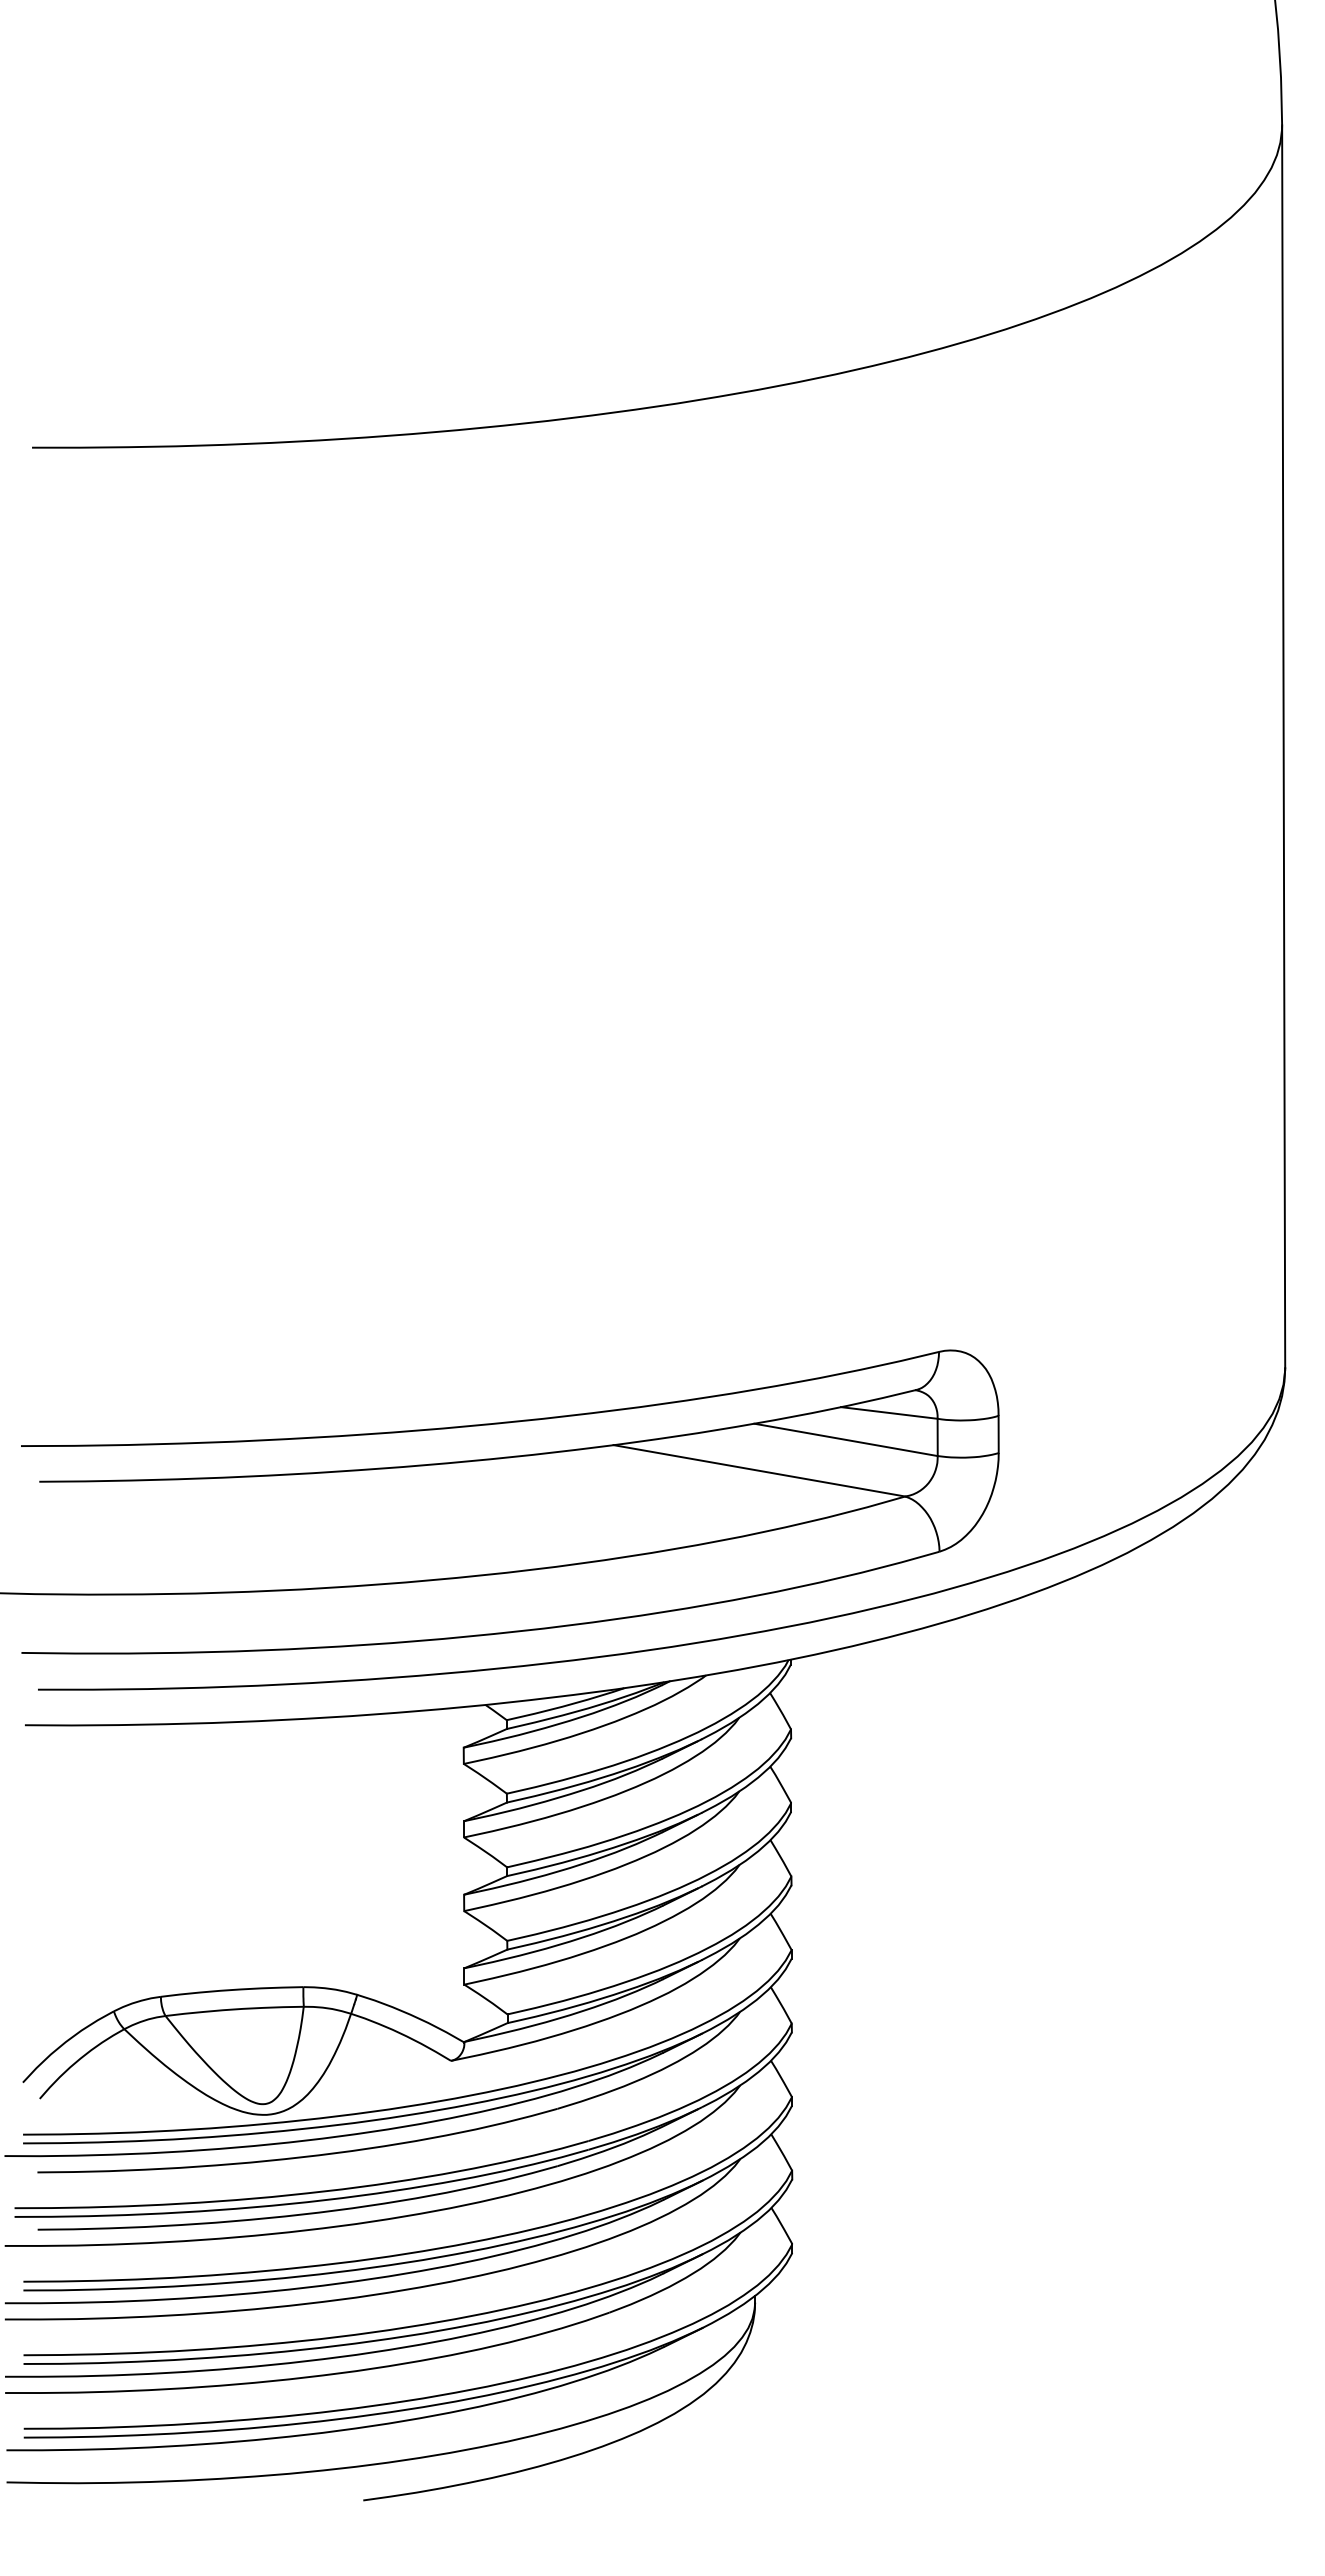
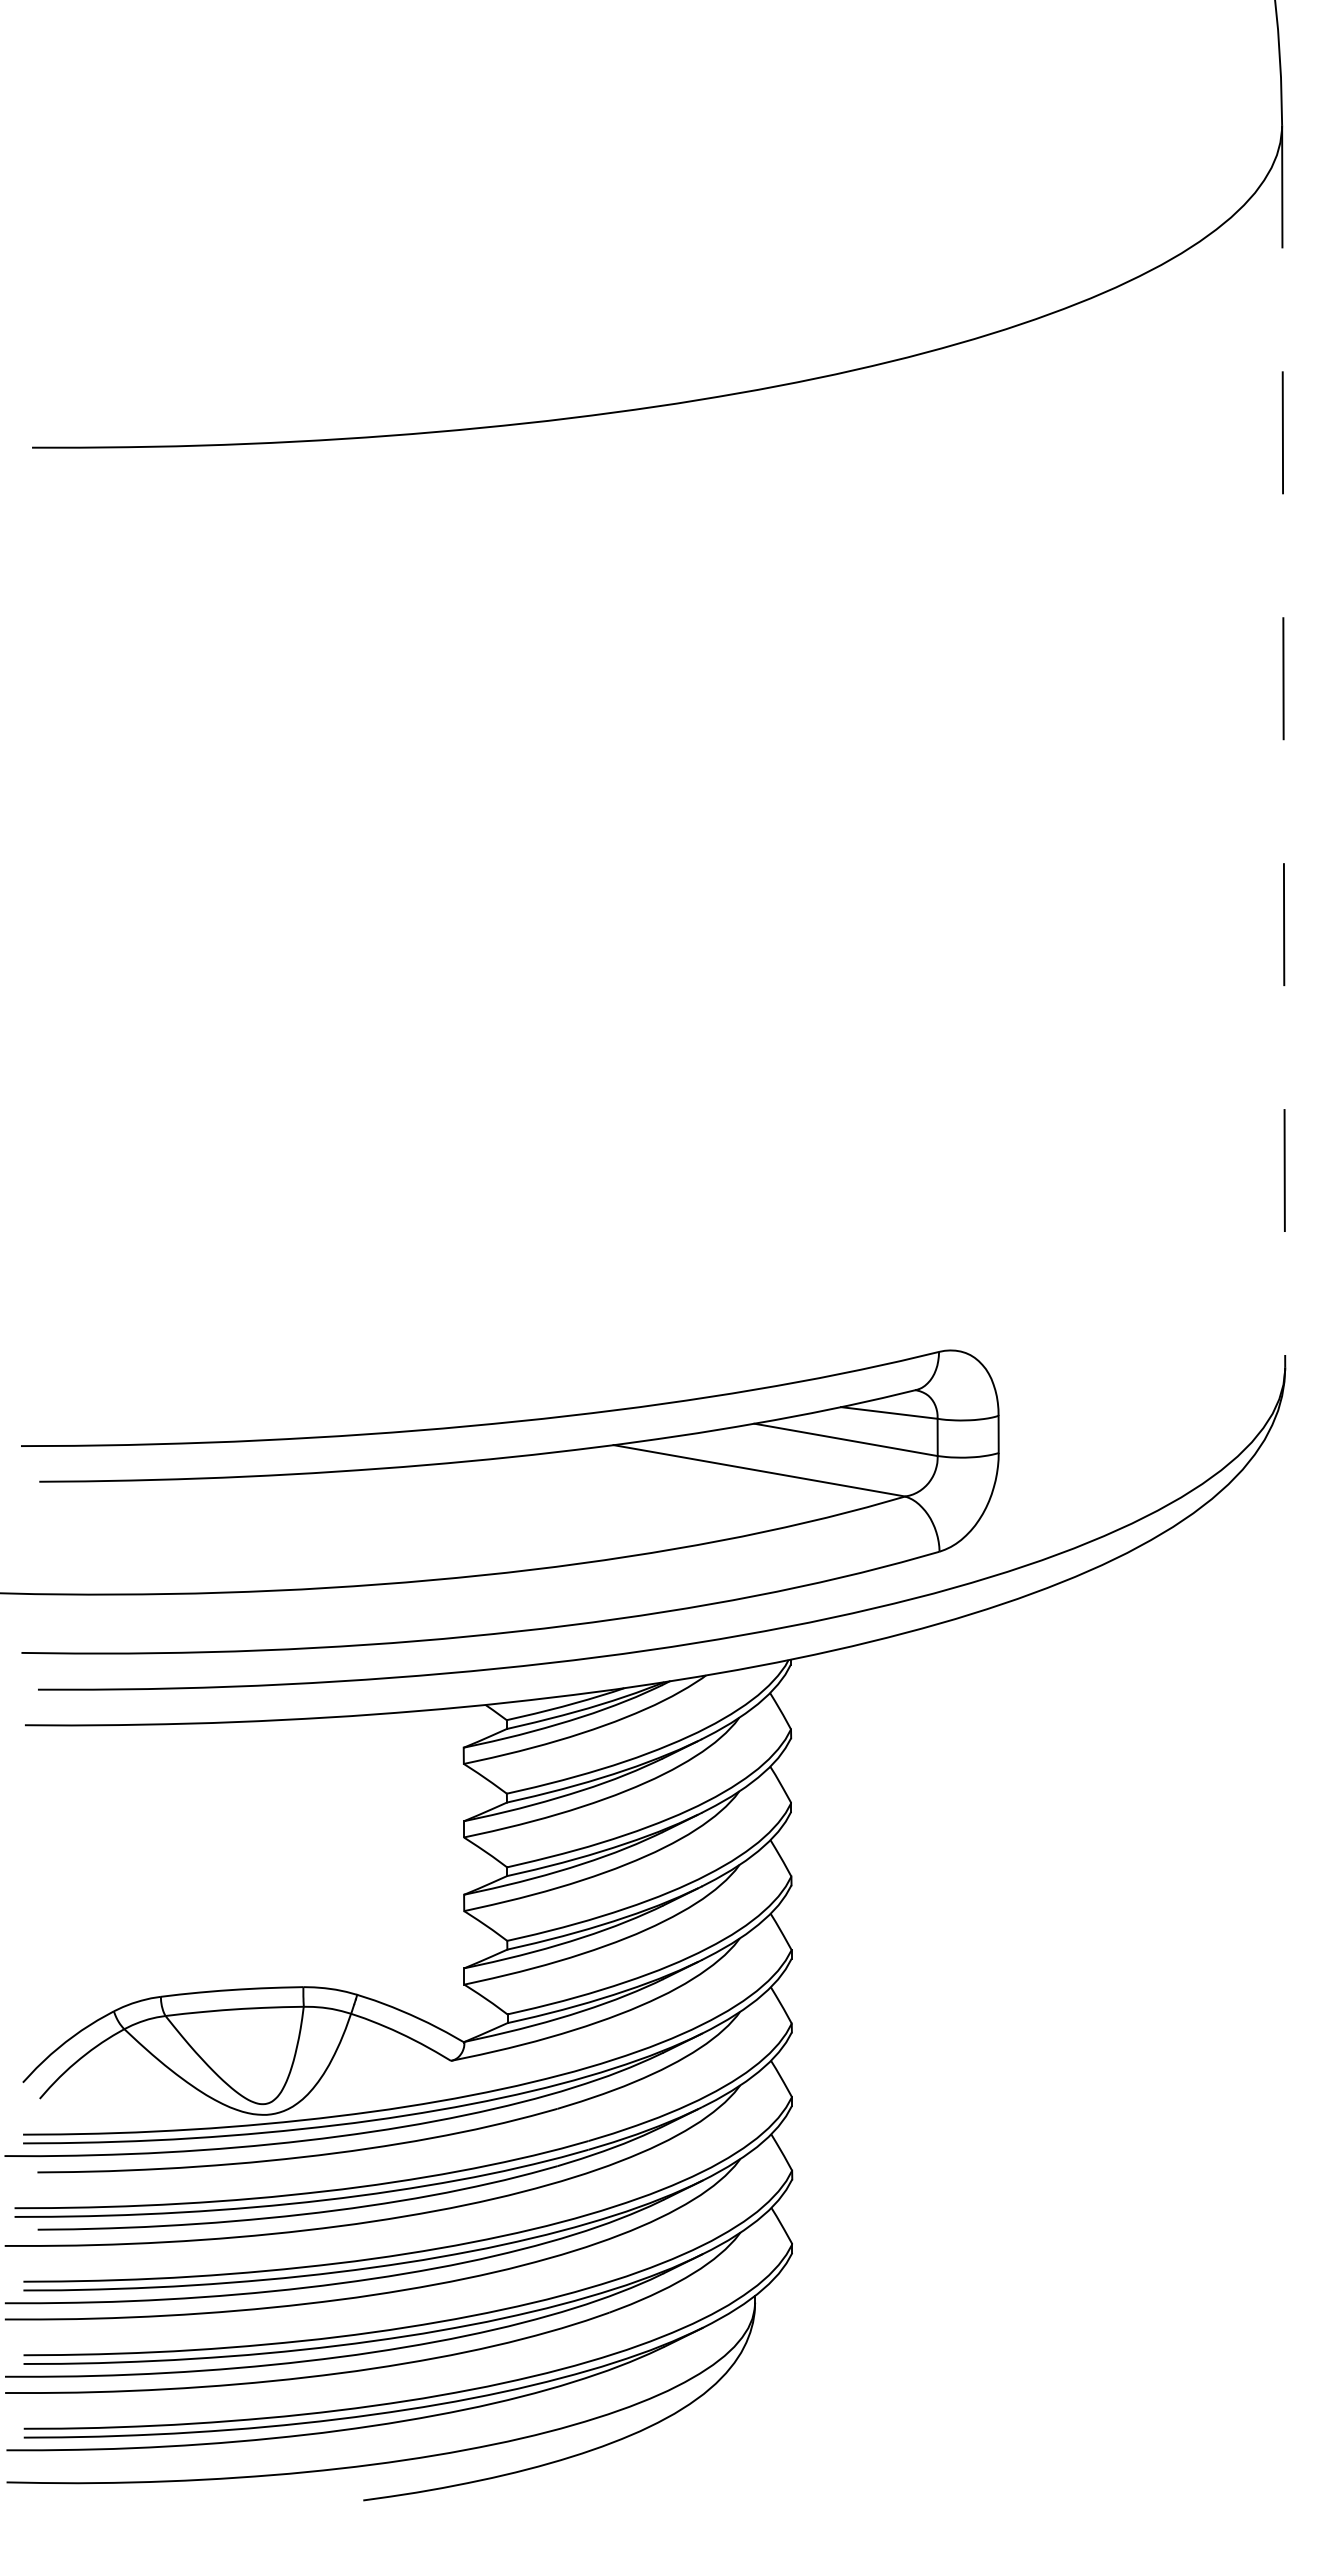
line at (1283, 746): solid -> dashed
